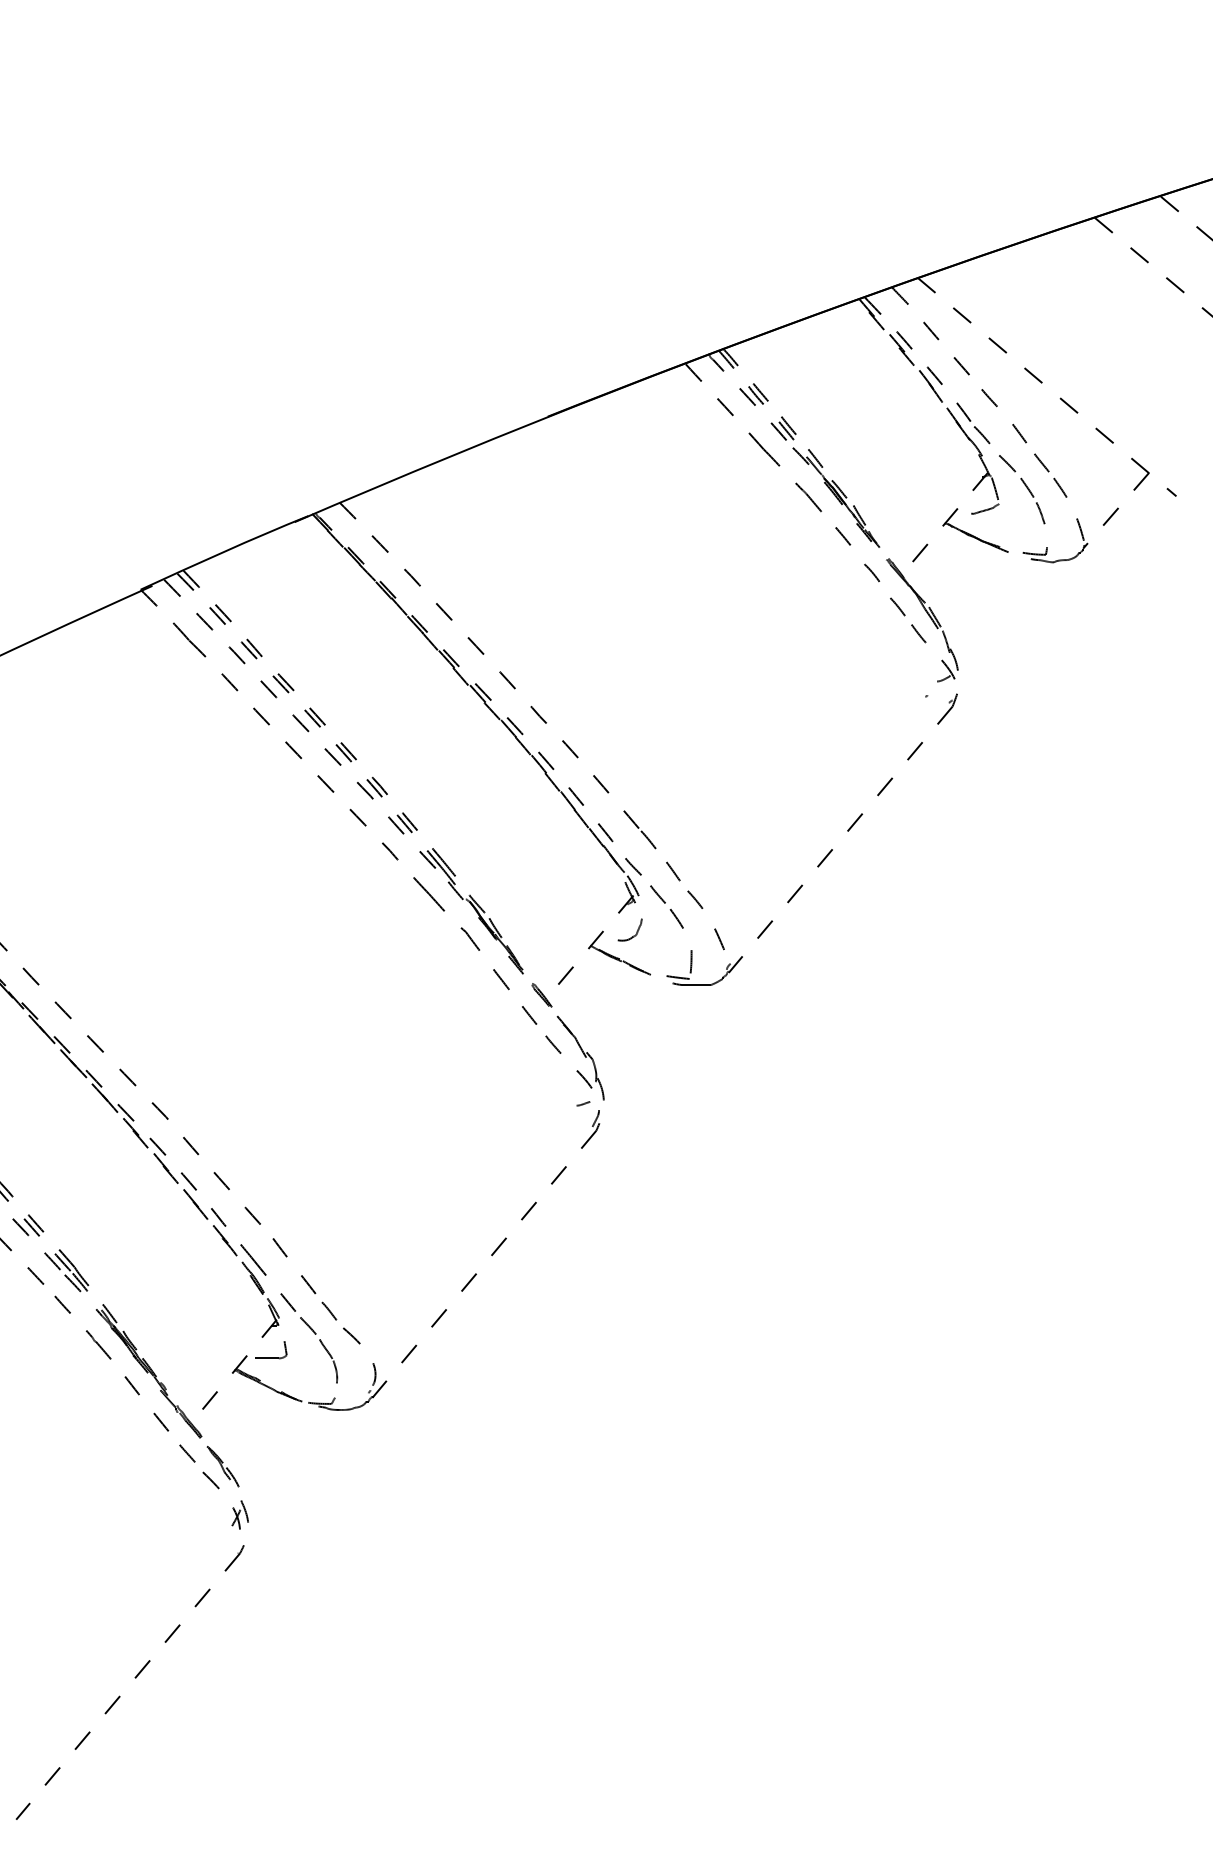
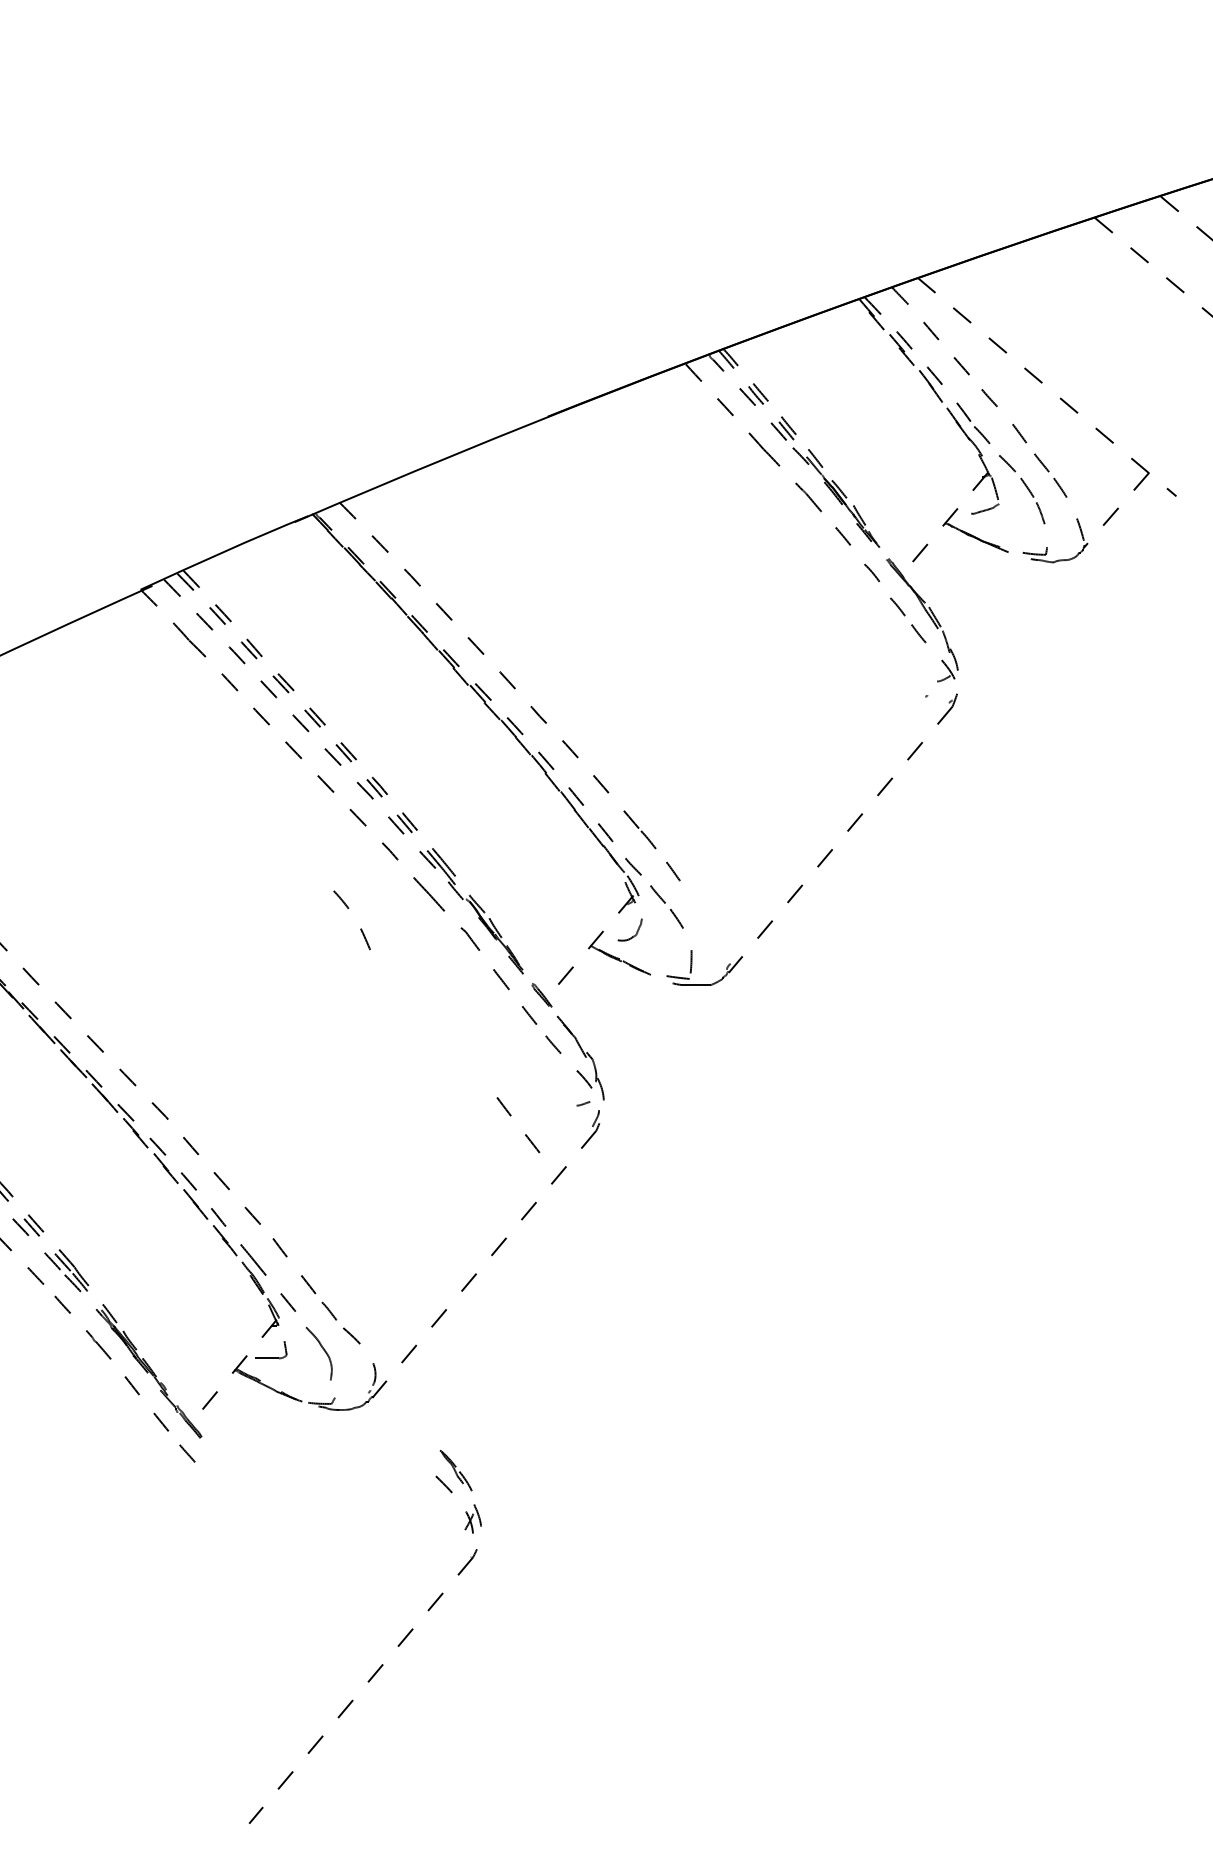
curve at (714, 928) position: (714, 928) -> (360, 928)
curve at (525, 1134): none -> present
part at (319, 1350) size: 39x67 px -> 28x53 px
part at (148, 1660) position: (148, 1660) -> (381, 1664)
